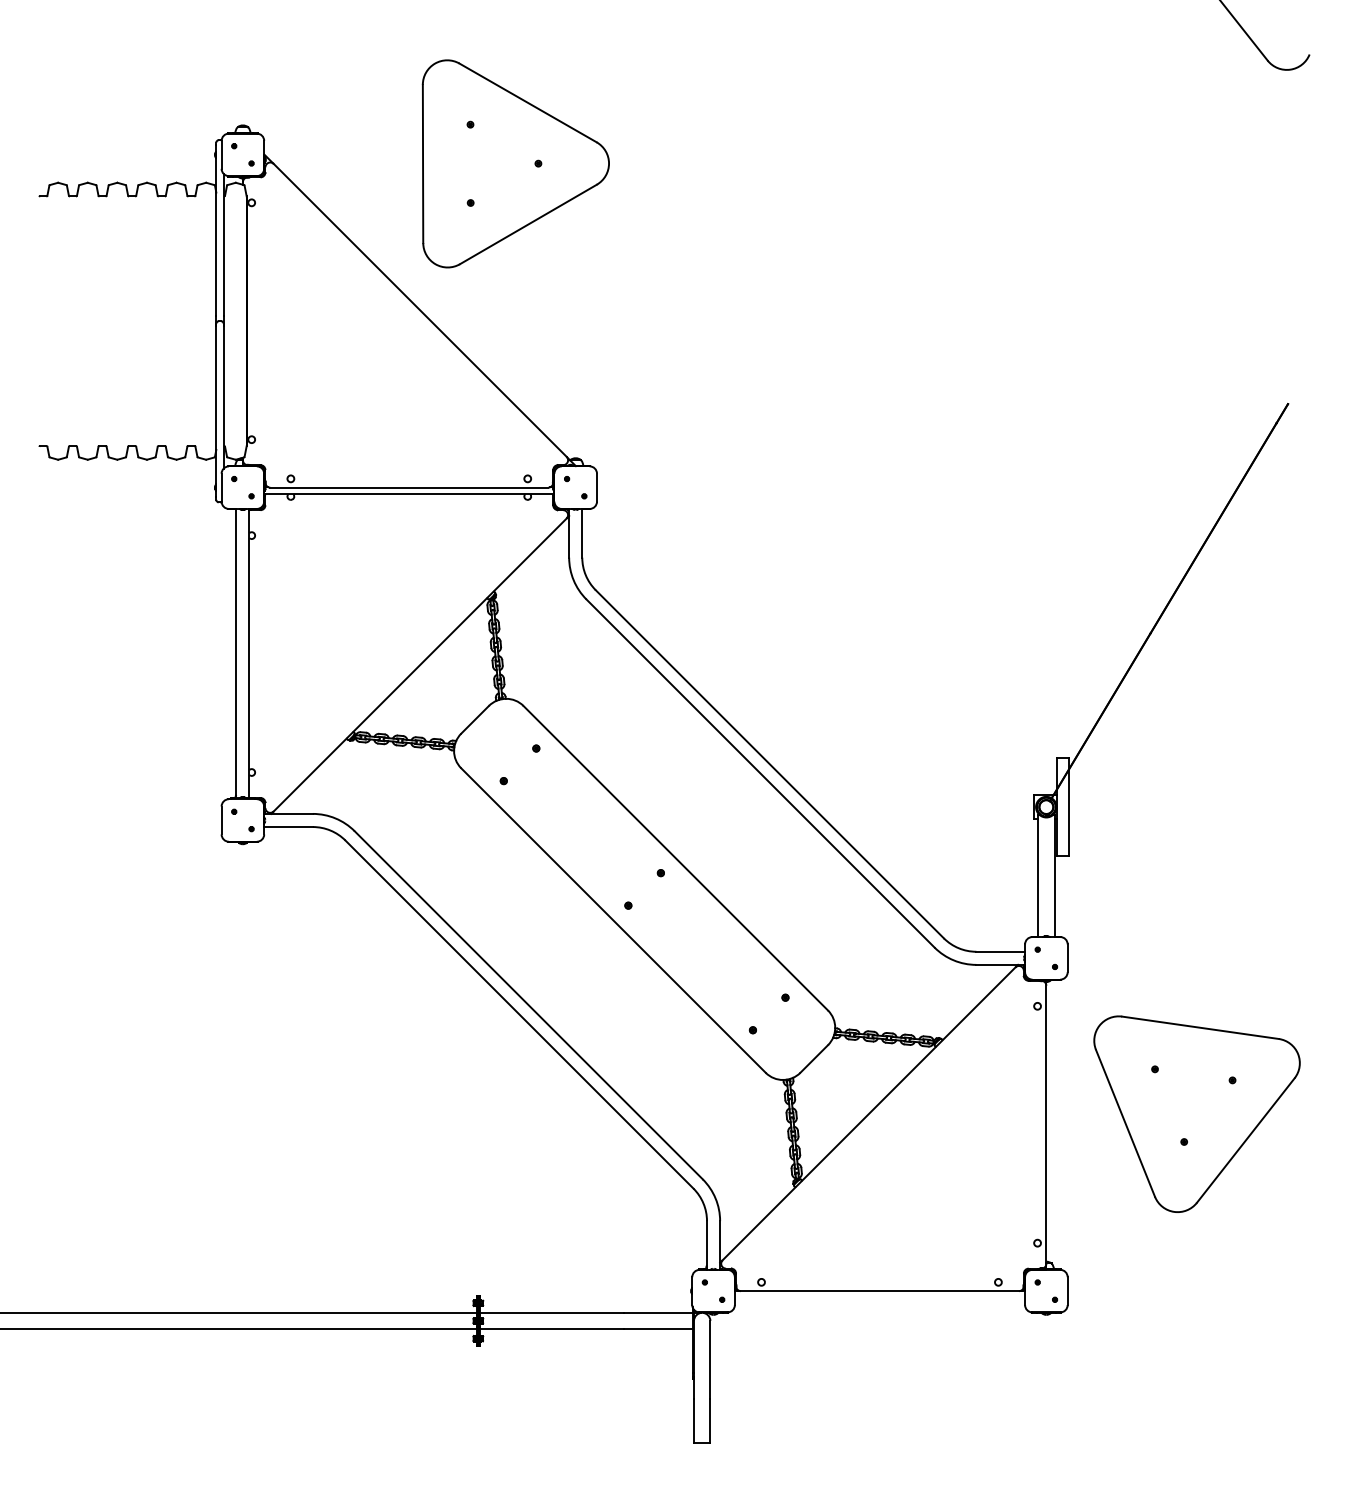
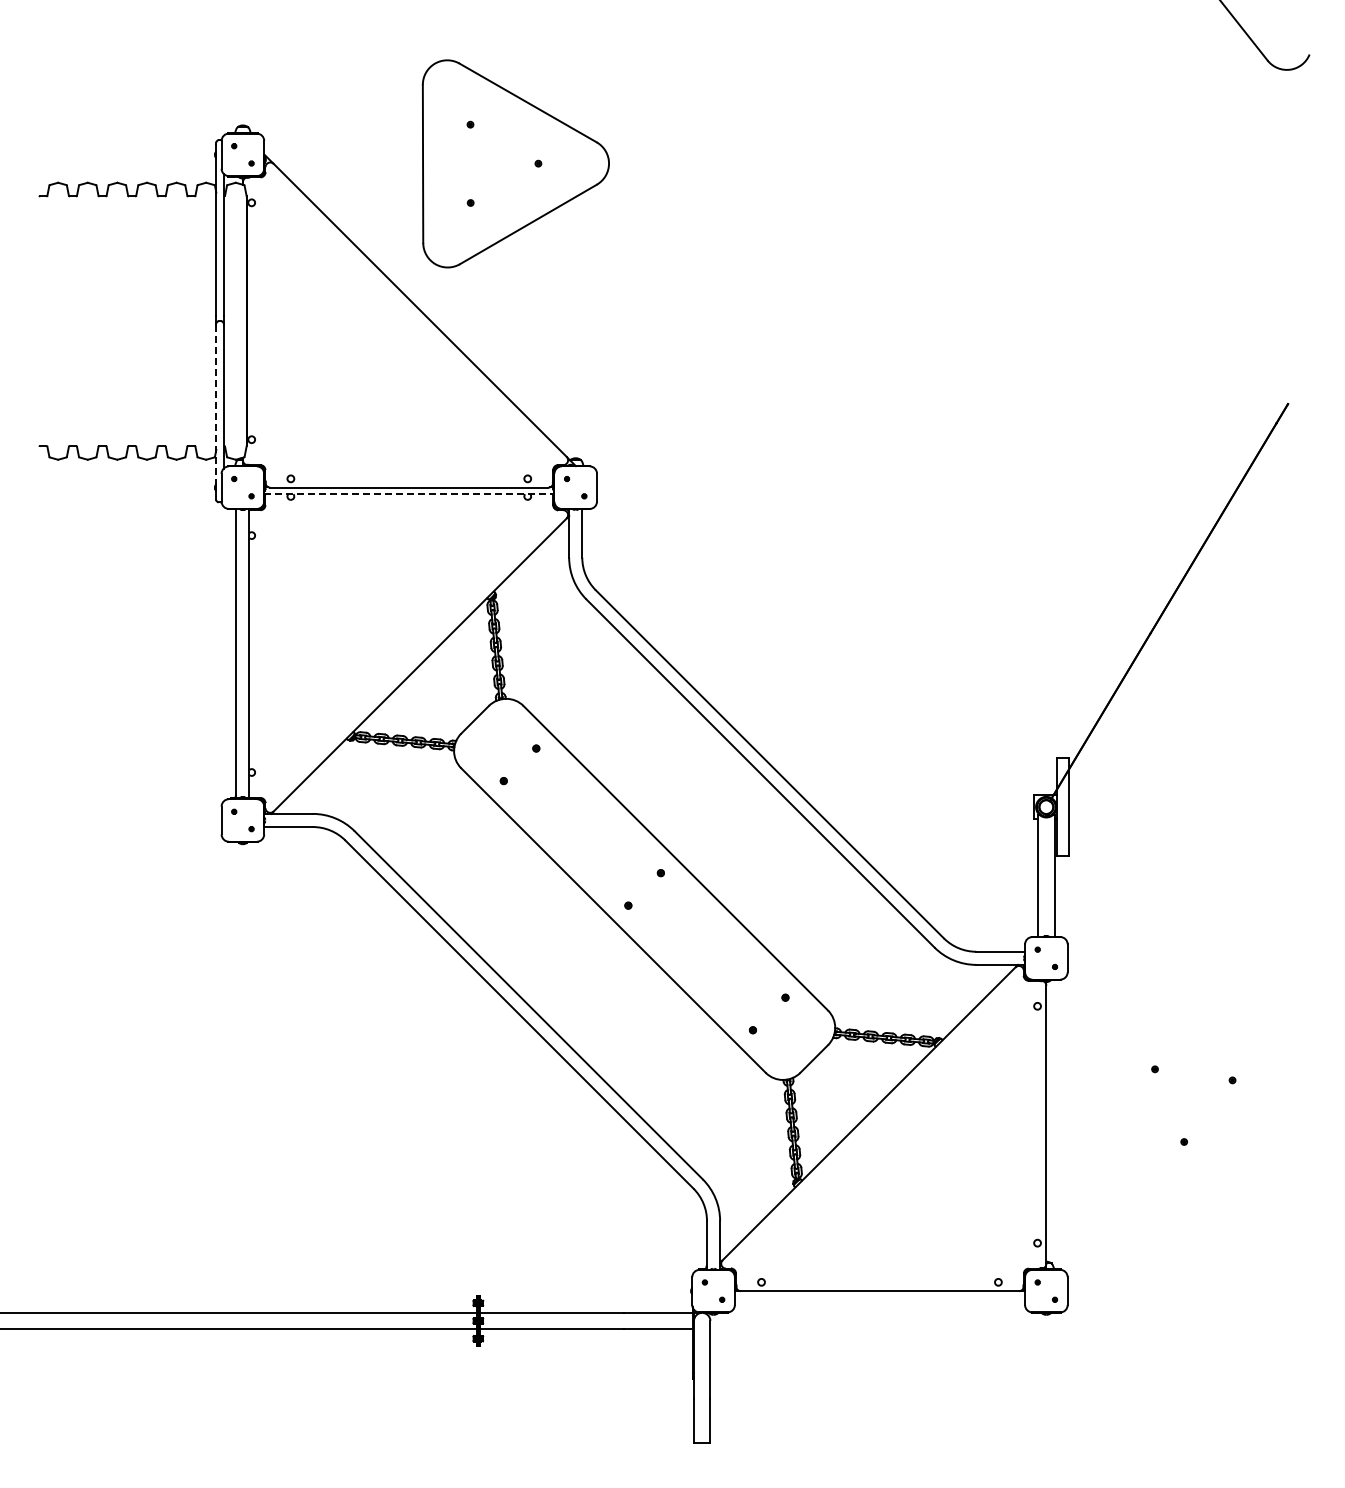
line at (216, 411): solid -> dashed
line at (409, 494): solid -> dashed
part at (1196, 1113): present -> none
